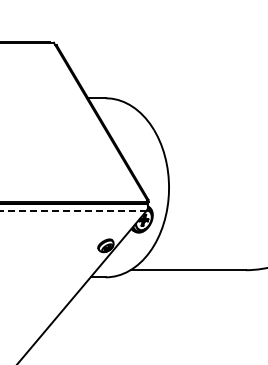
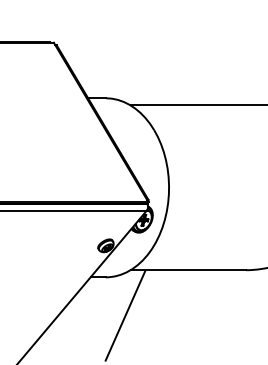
line at (197, 105): none -> present
line at (73, 210): dashed -> solid
line at (125, 315): none -> present
